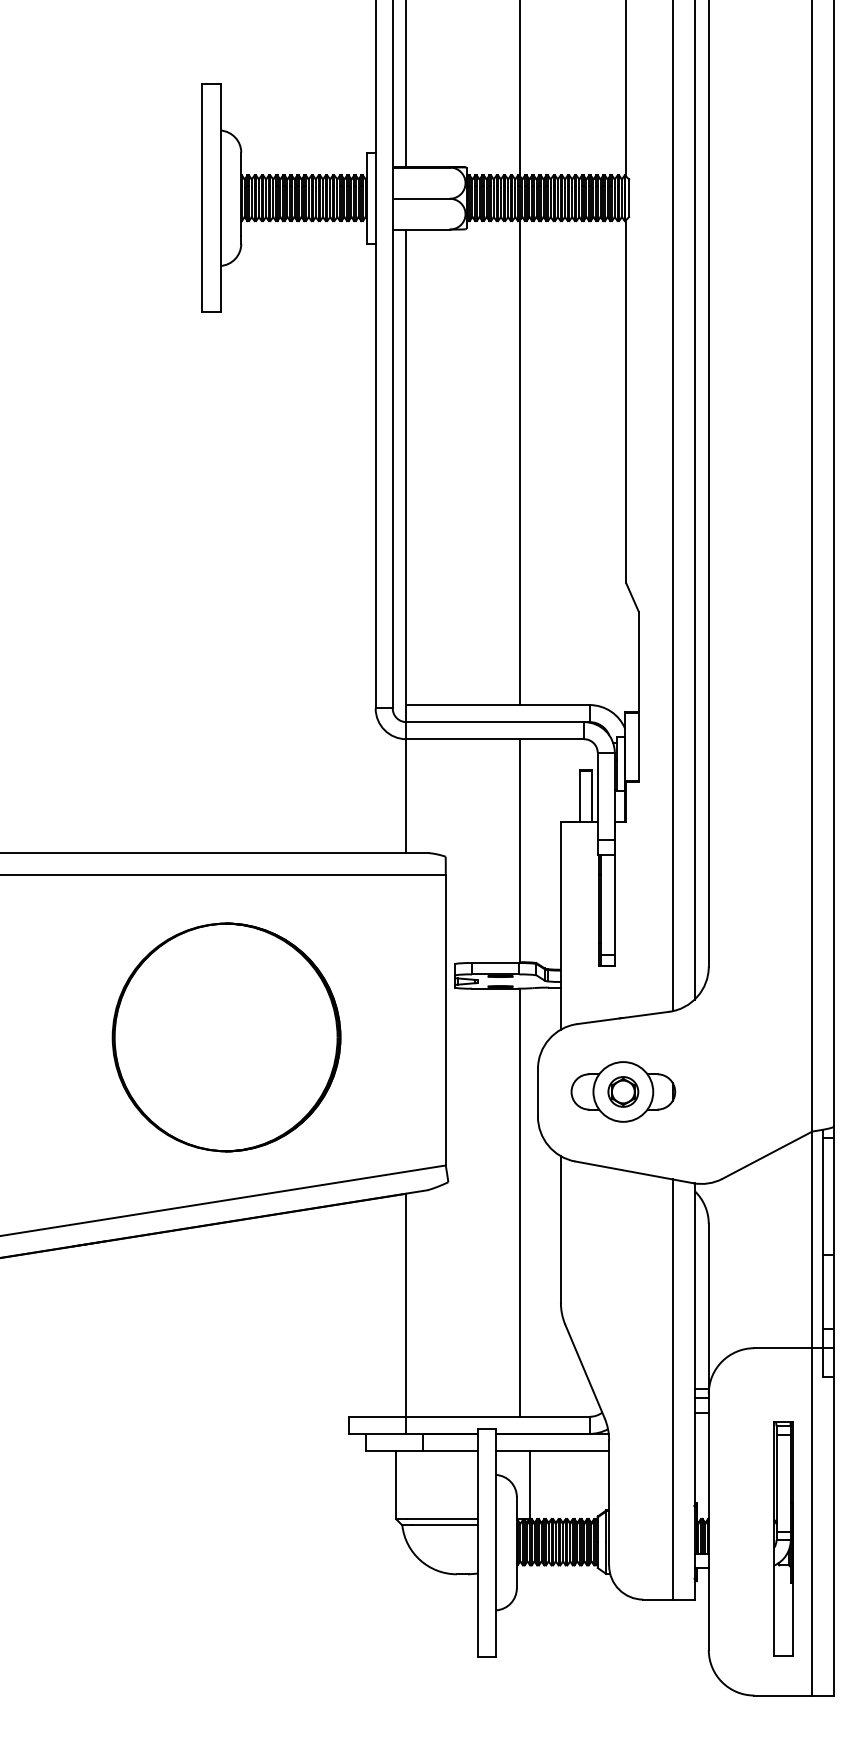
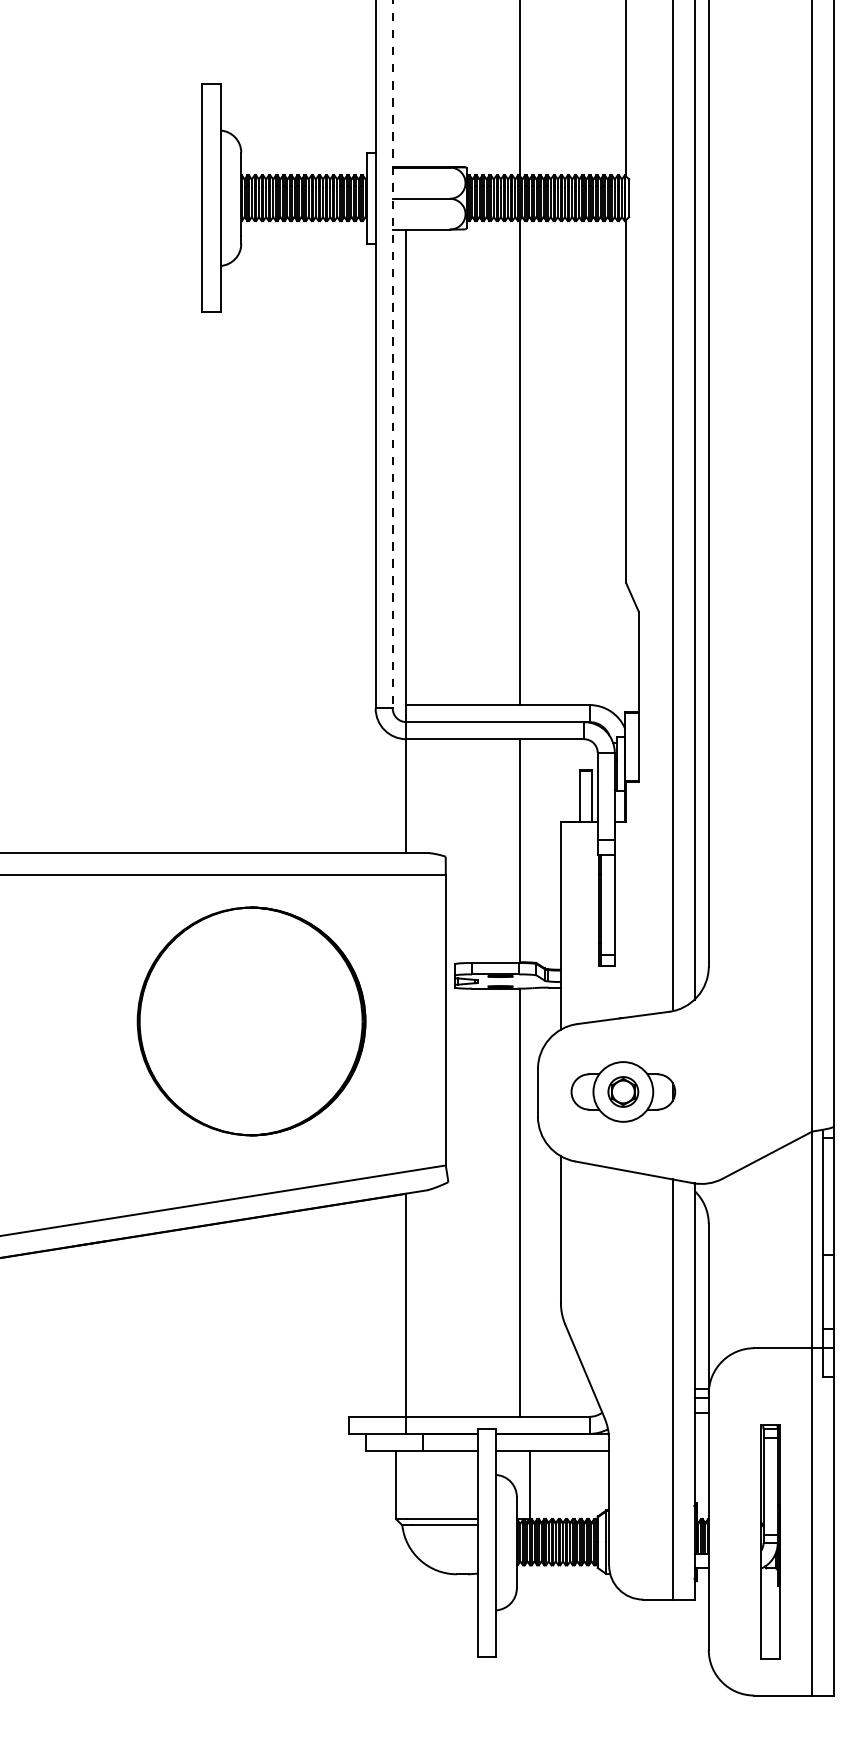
line at (405, 84): present -> none
line at (392, 354): solid -> dashed
part at (226, 1037) position: (226, 1037) -> (251, 1021)
part at (783, 1538) position: (783, 1538) -> (770, 1541)
